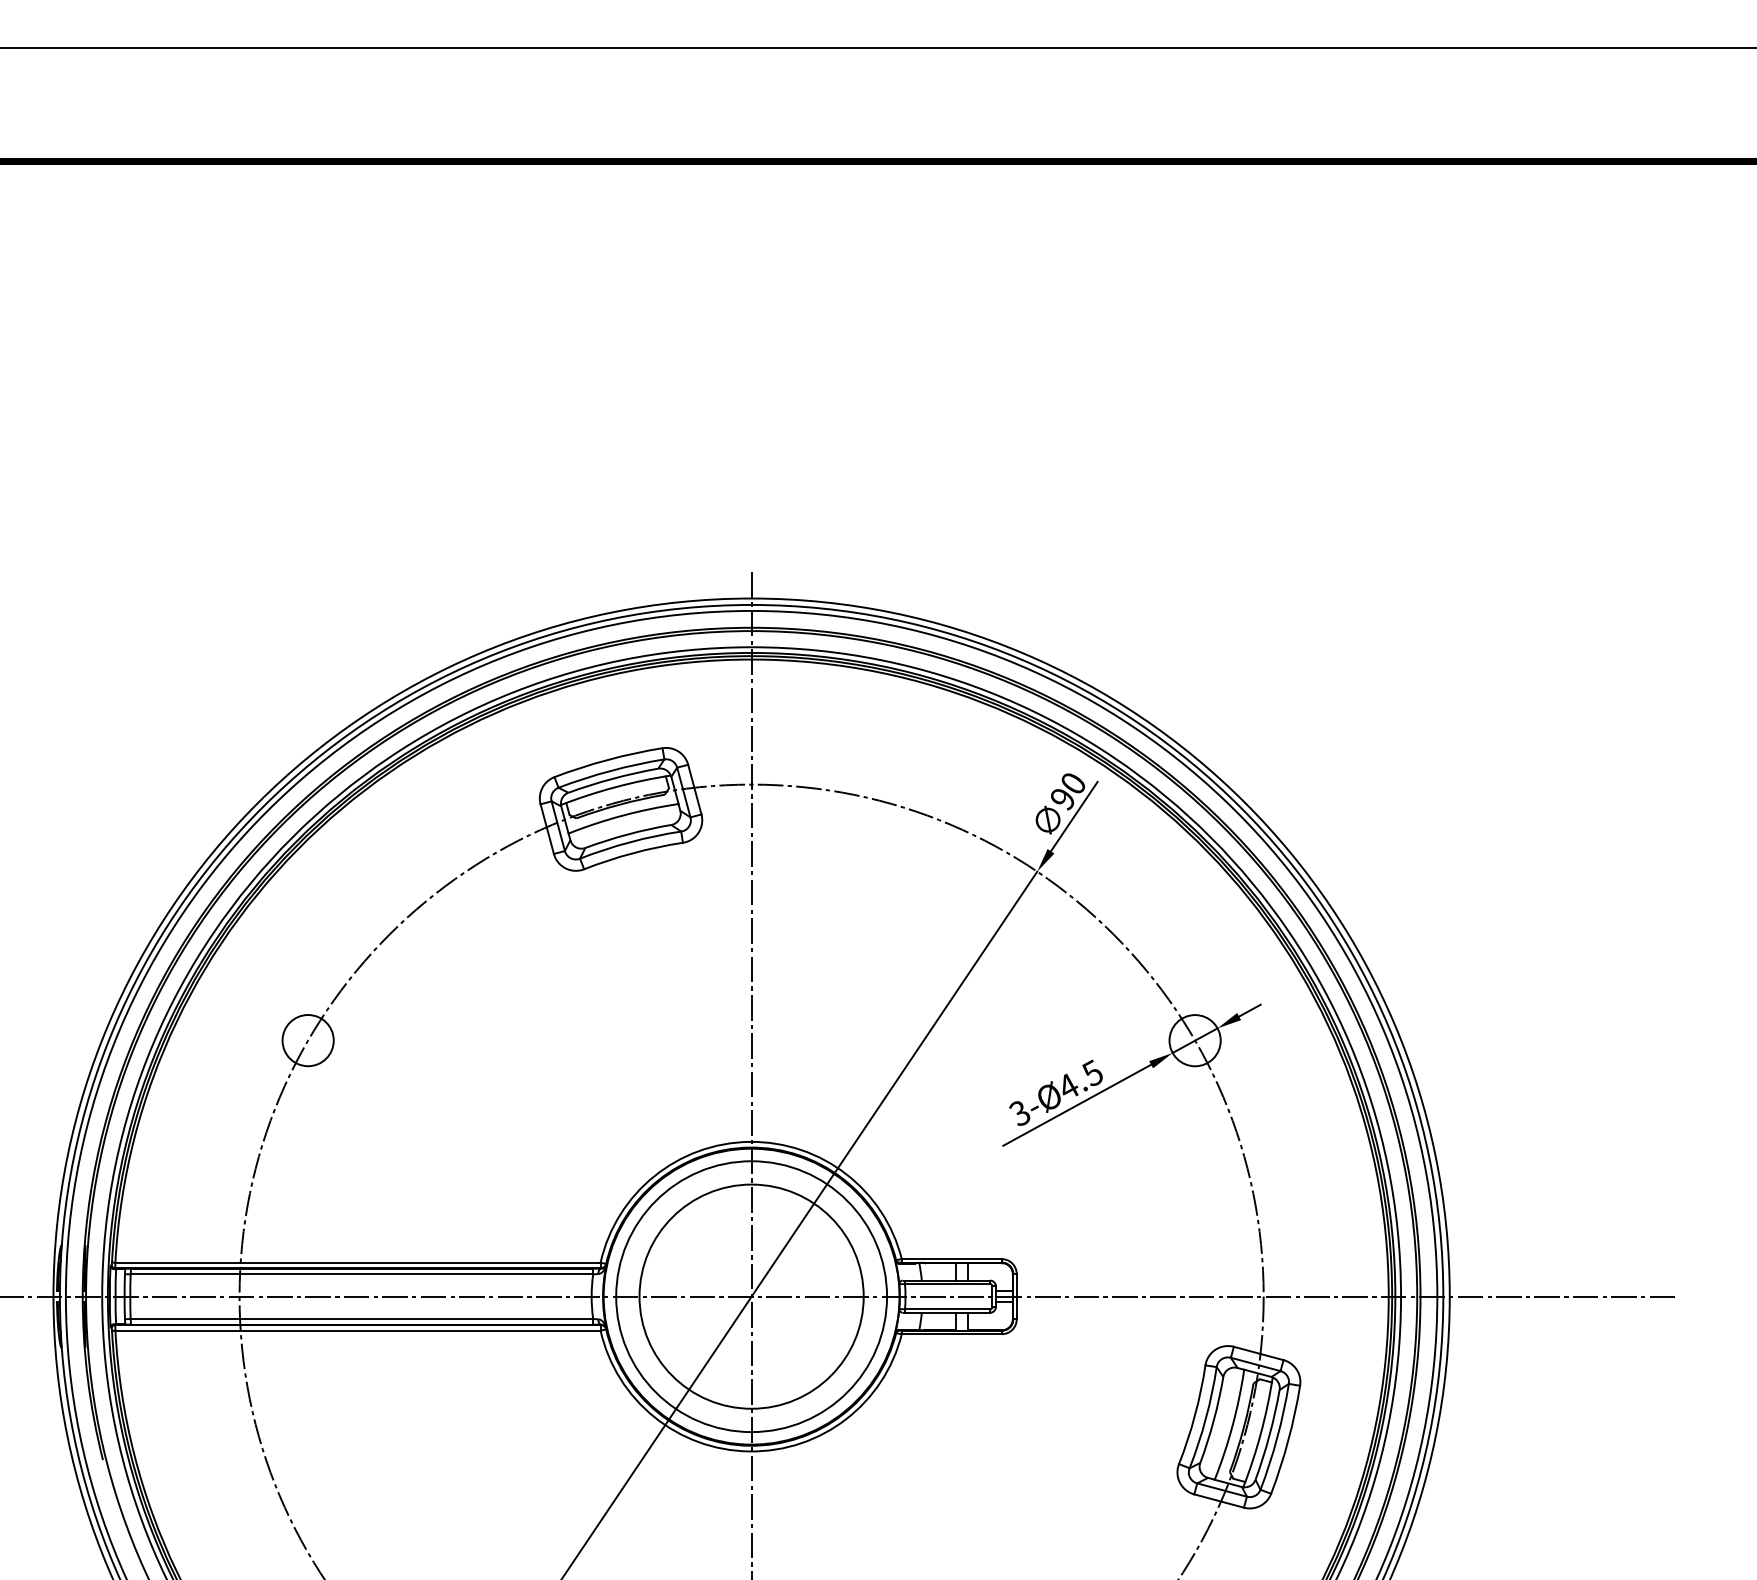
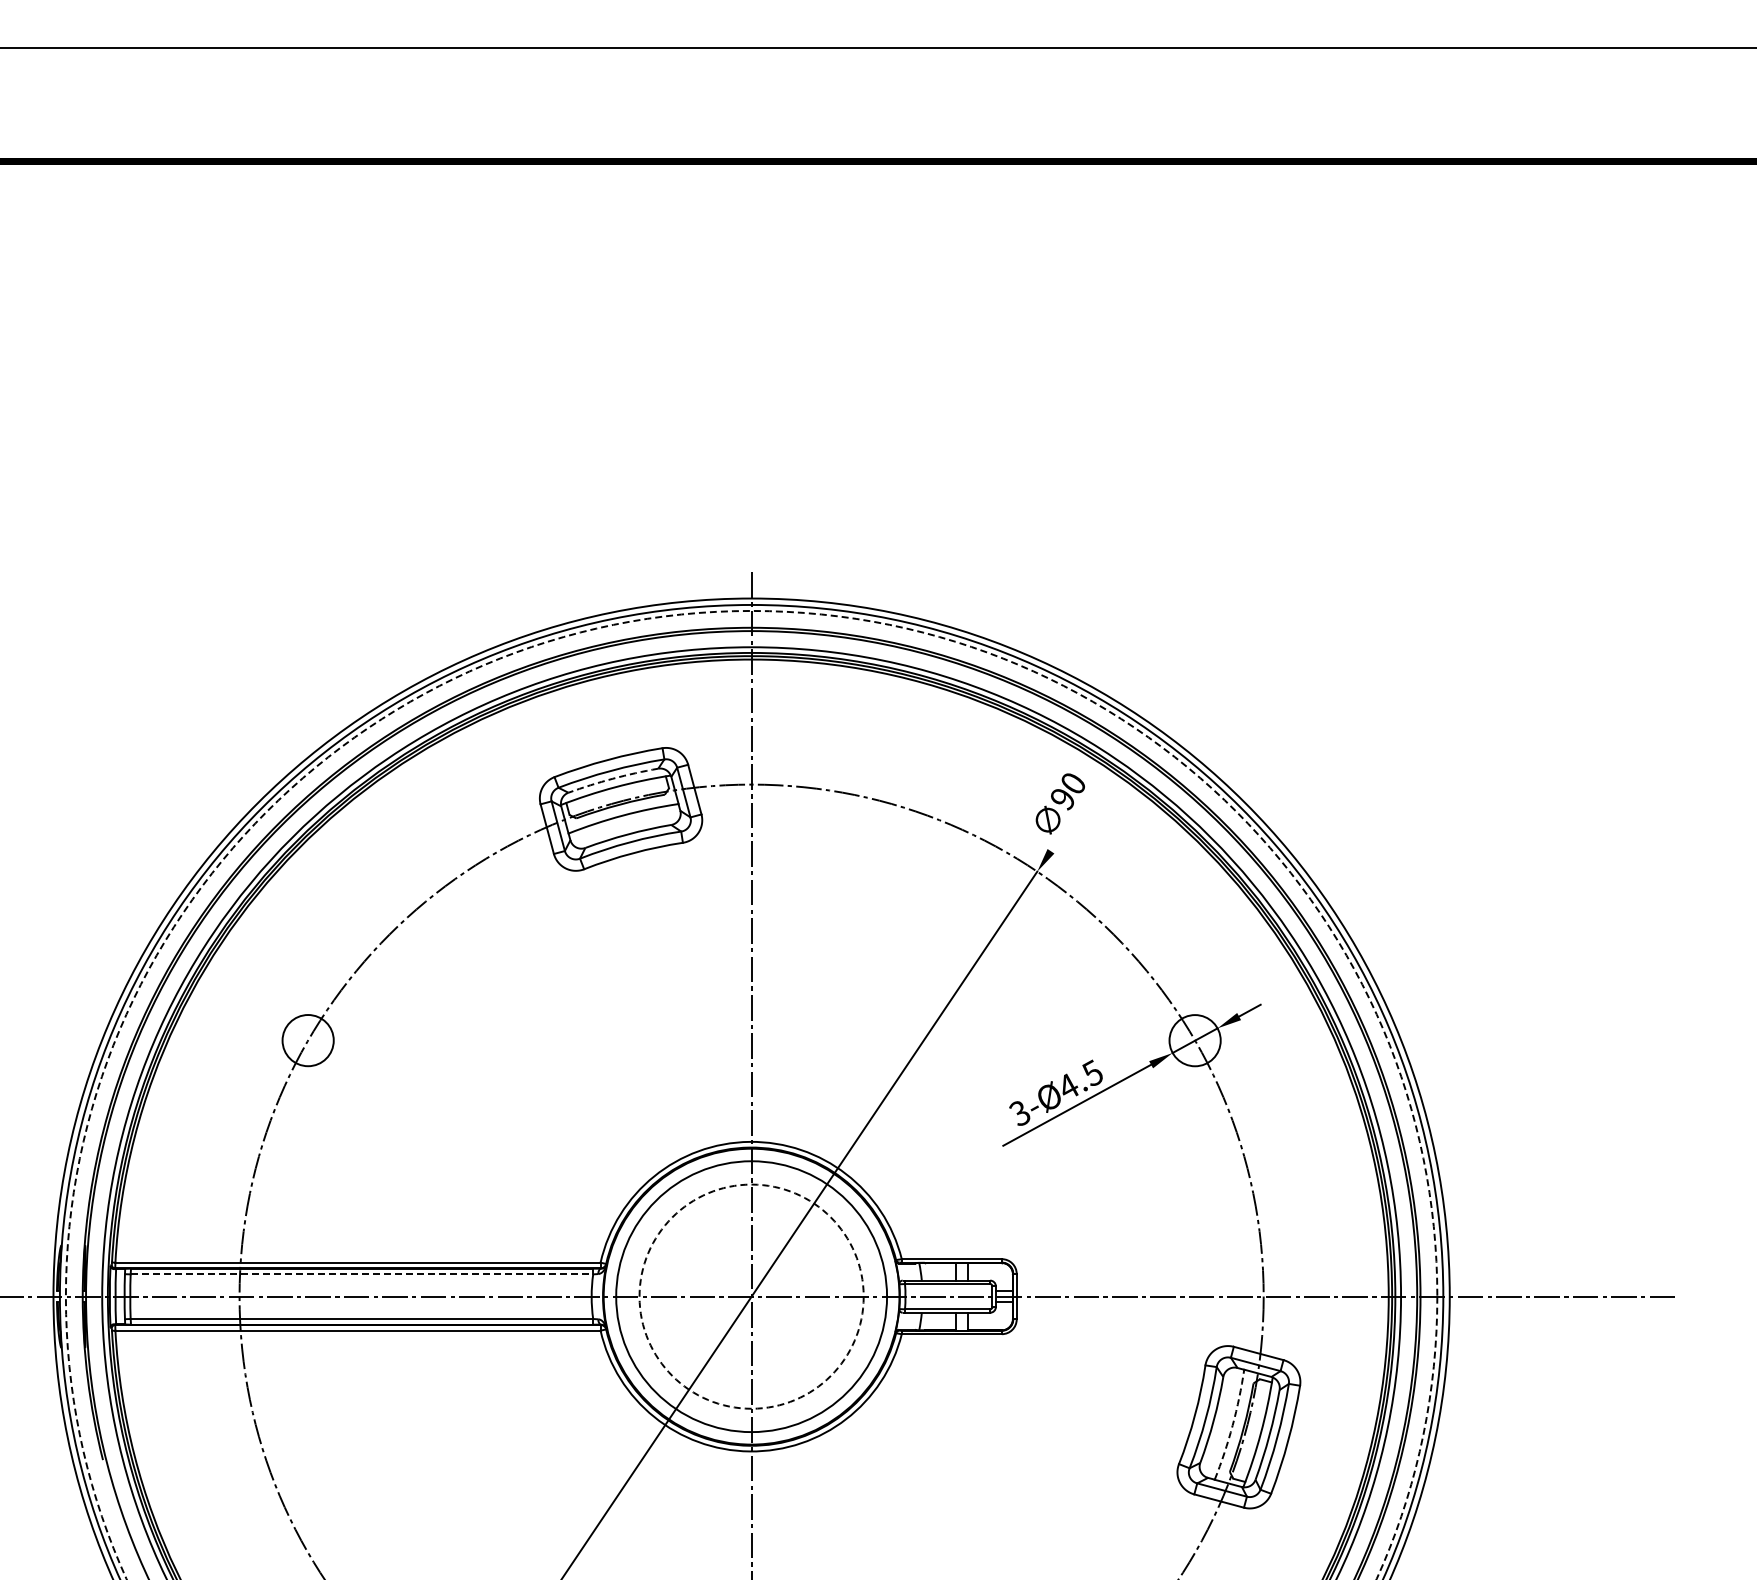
arc at (612, 778): solid -> dashed
line at (1073, 816): present -> none
circle at (751, 1094): solid -> dashed
line at (362, 1274): solid -> dashed
circle at (751, 1296): solid -> dashed
arc at (1232, 1425): solid -> dashed
